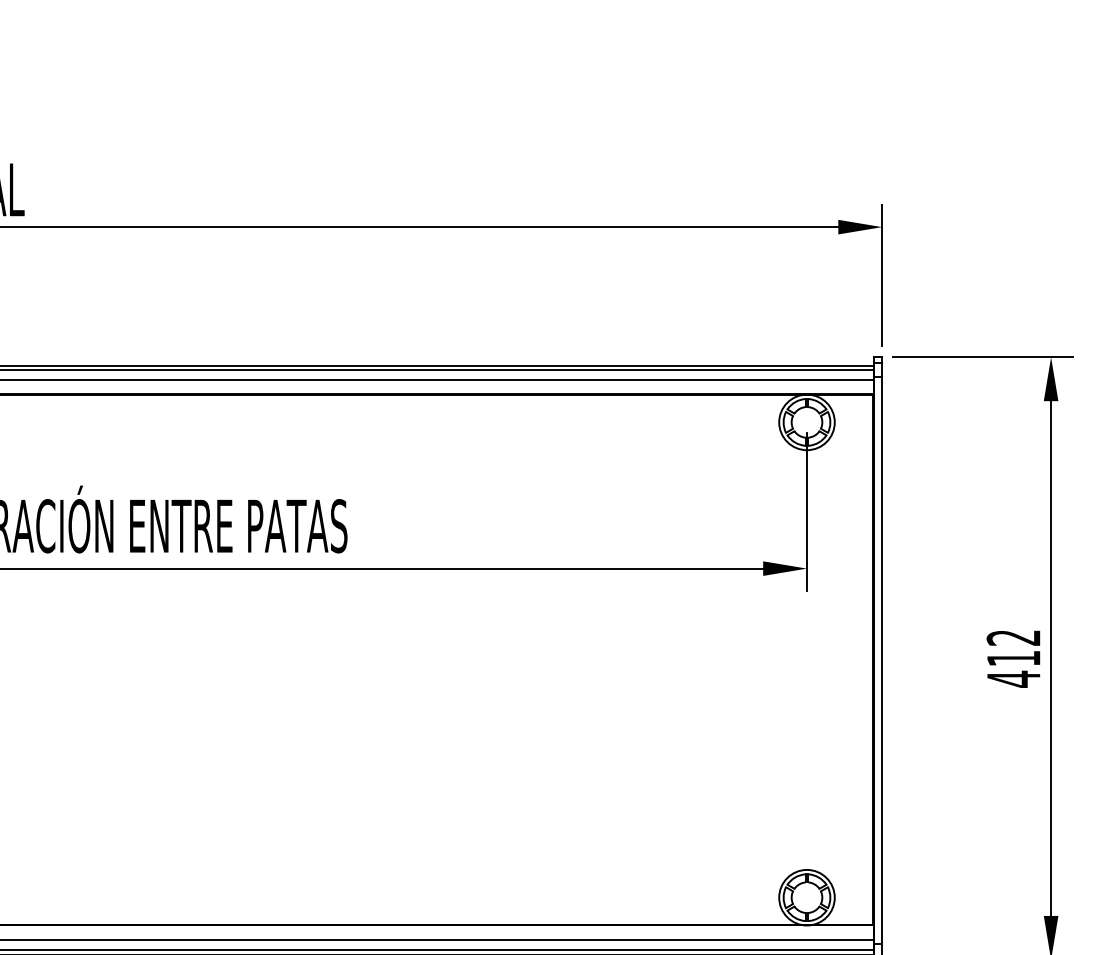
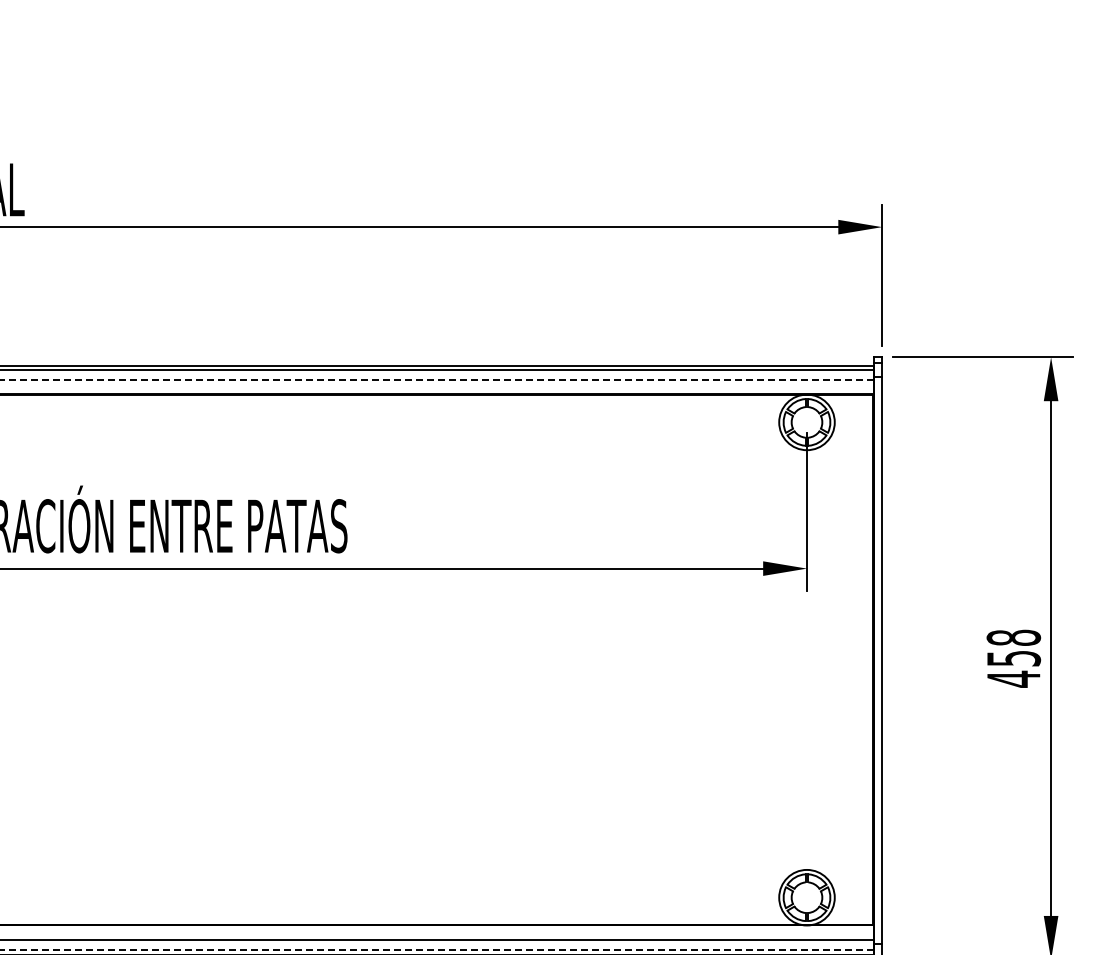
line at (437, 379): solid -> dashed
text at (1013, 647): 412 -> 458
line at (437, 949): solid -> dashed
